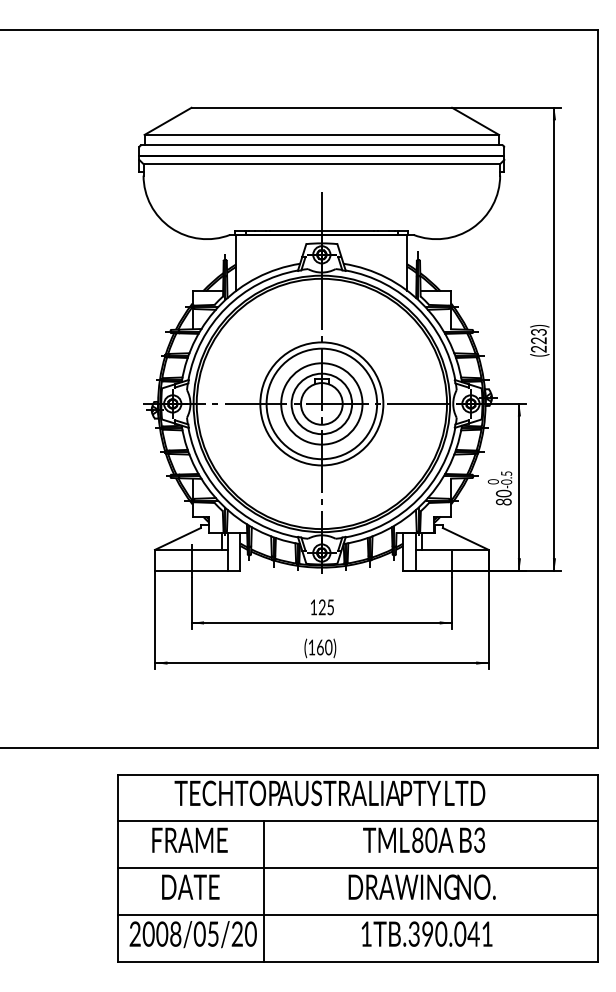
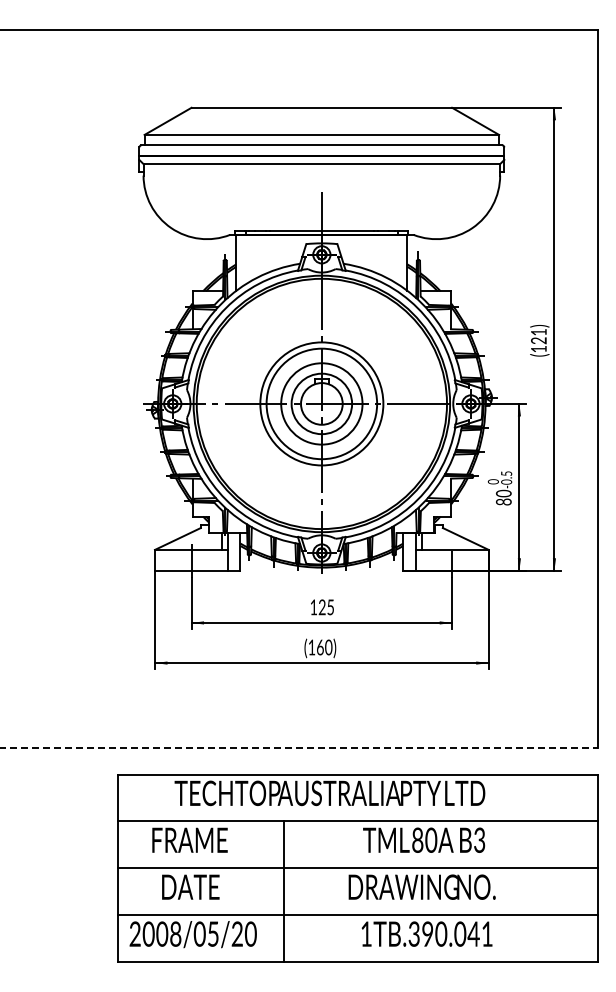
text at (538, 340): (223) -> (121)
line at (299, 747): solid -> dashed
line at (263, 891) position: (263, 891) -> (283, 891)
